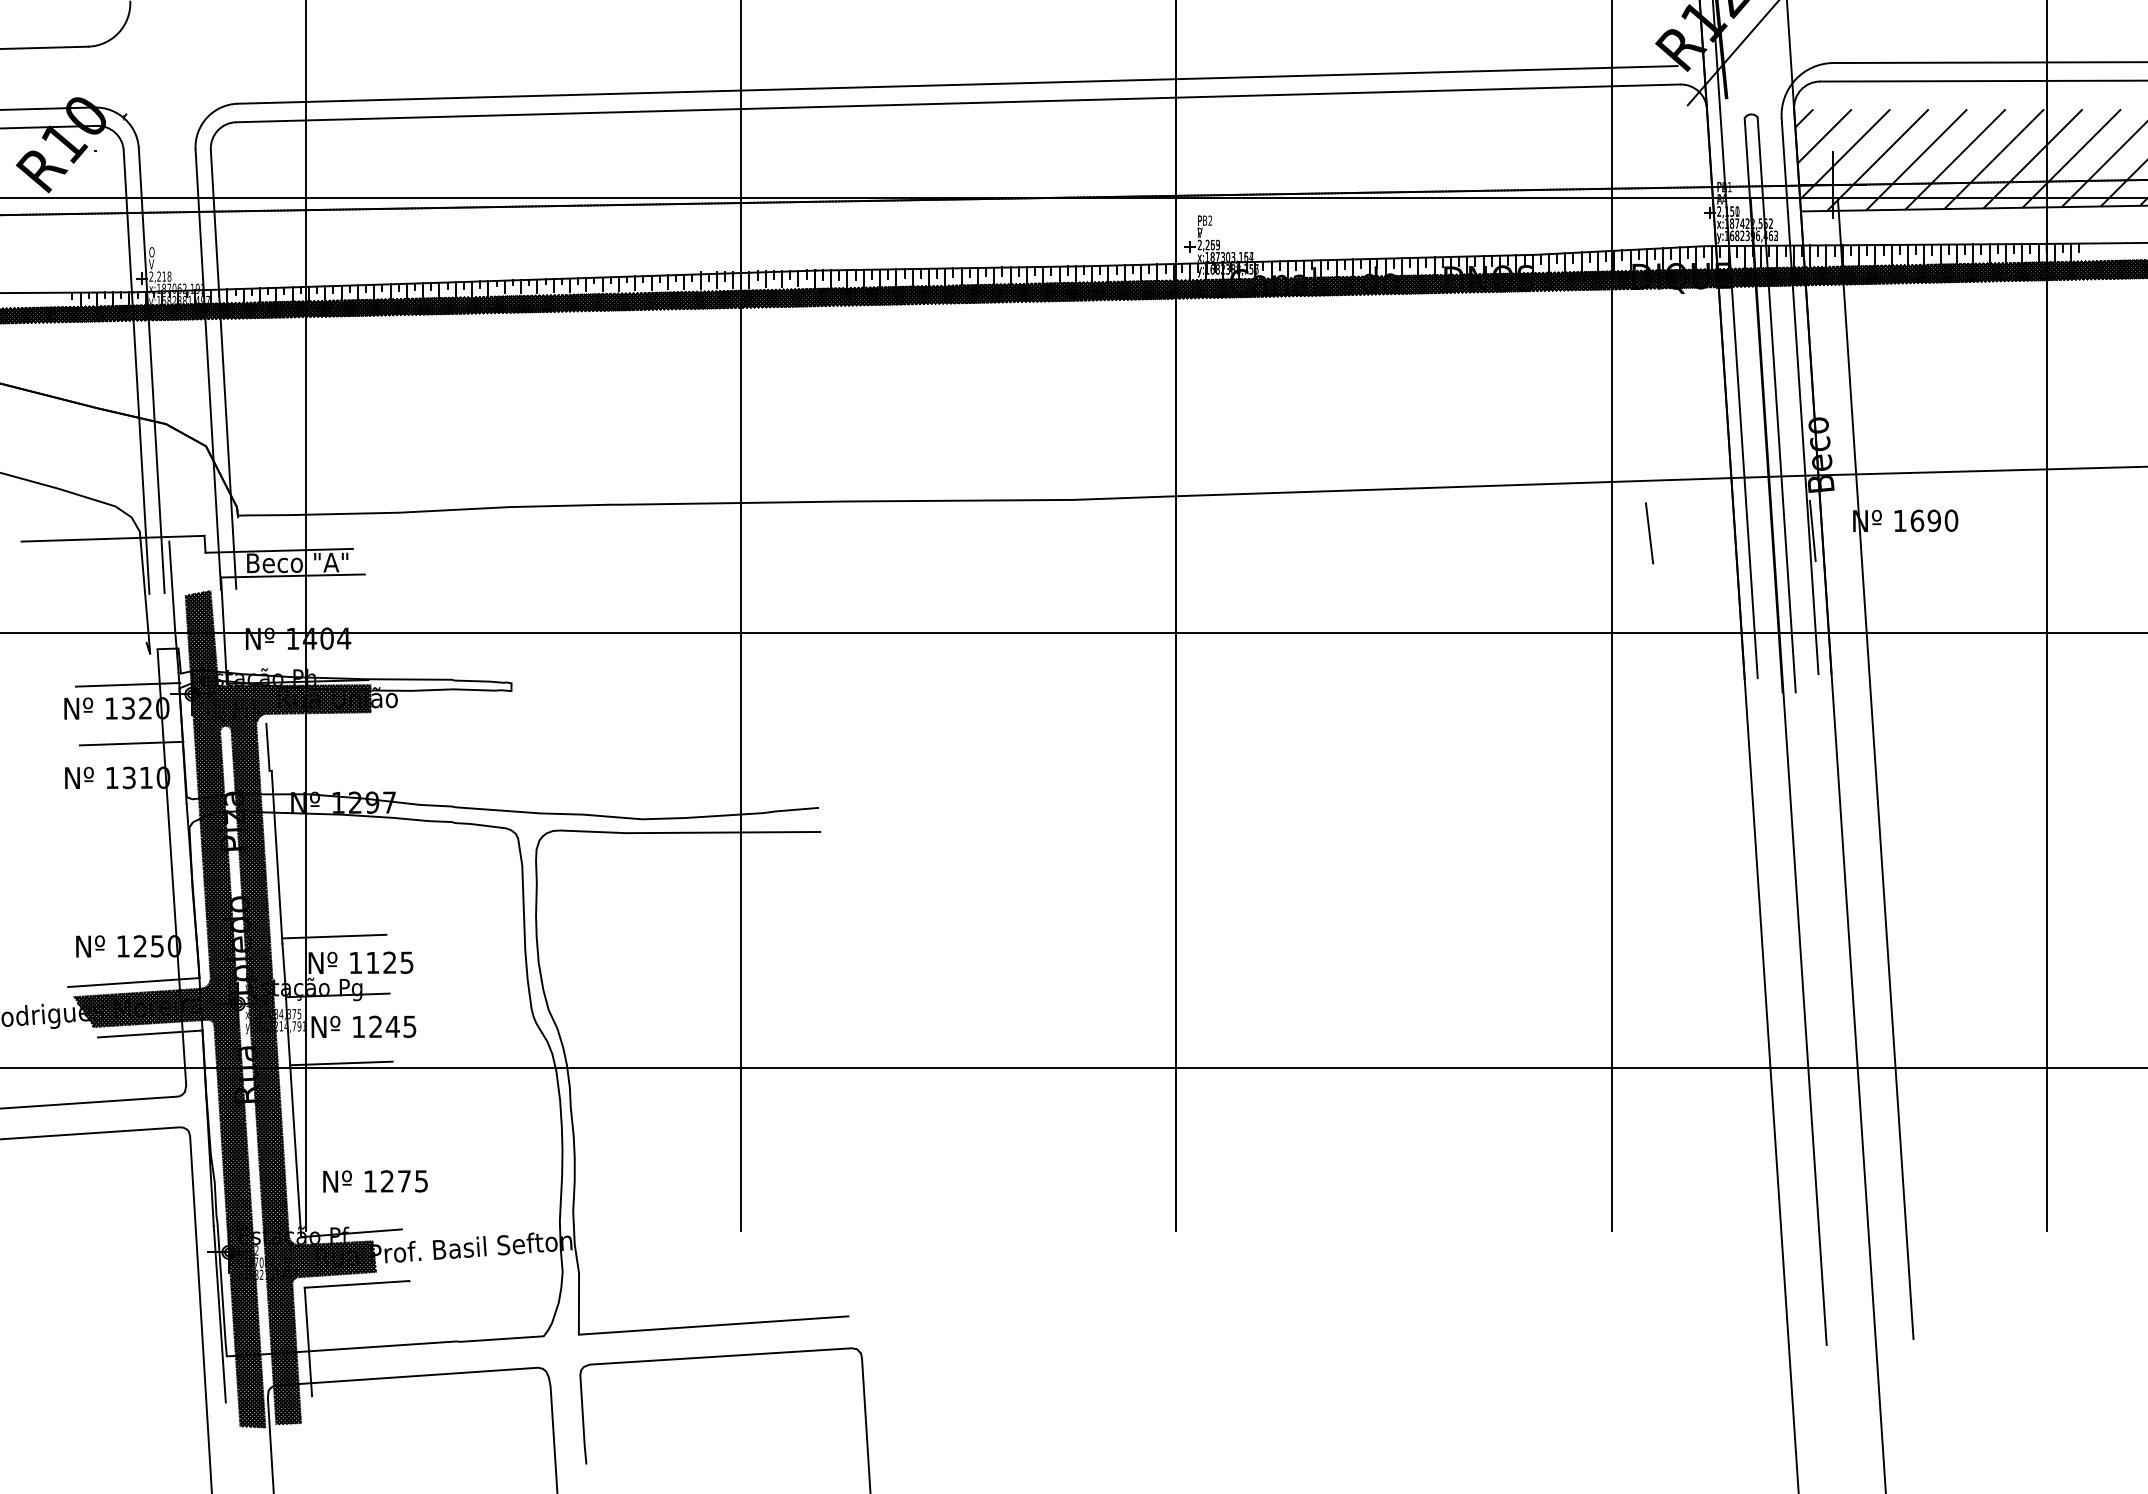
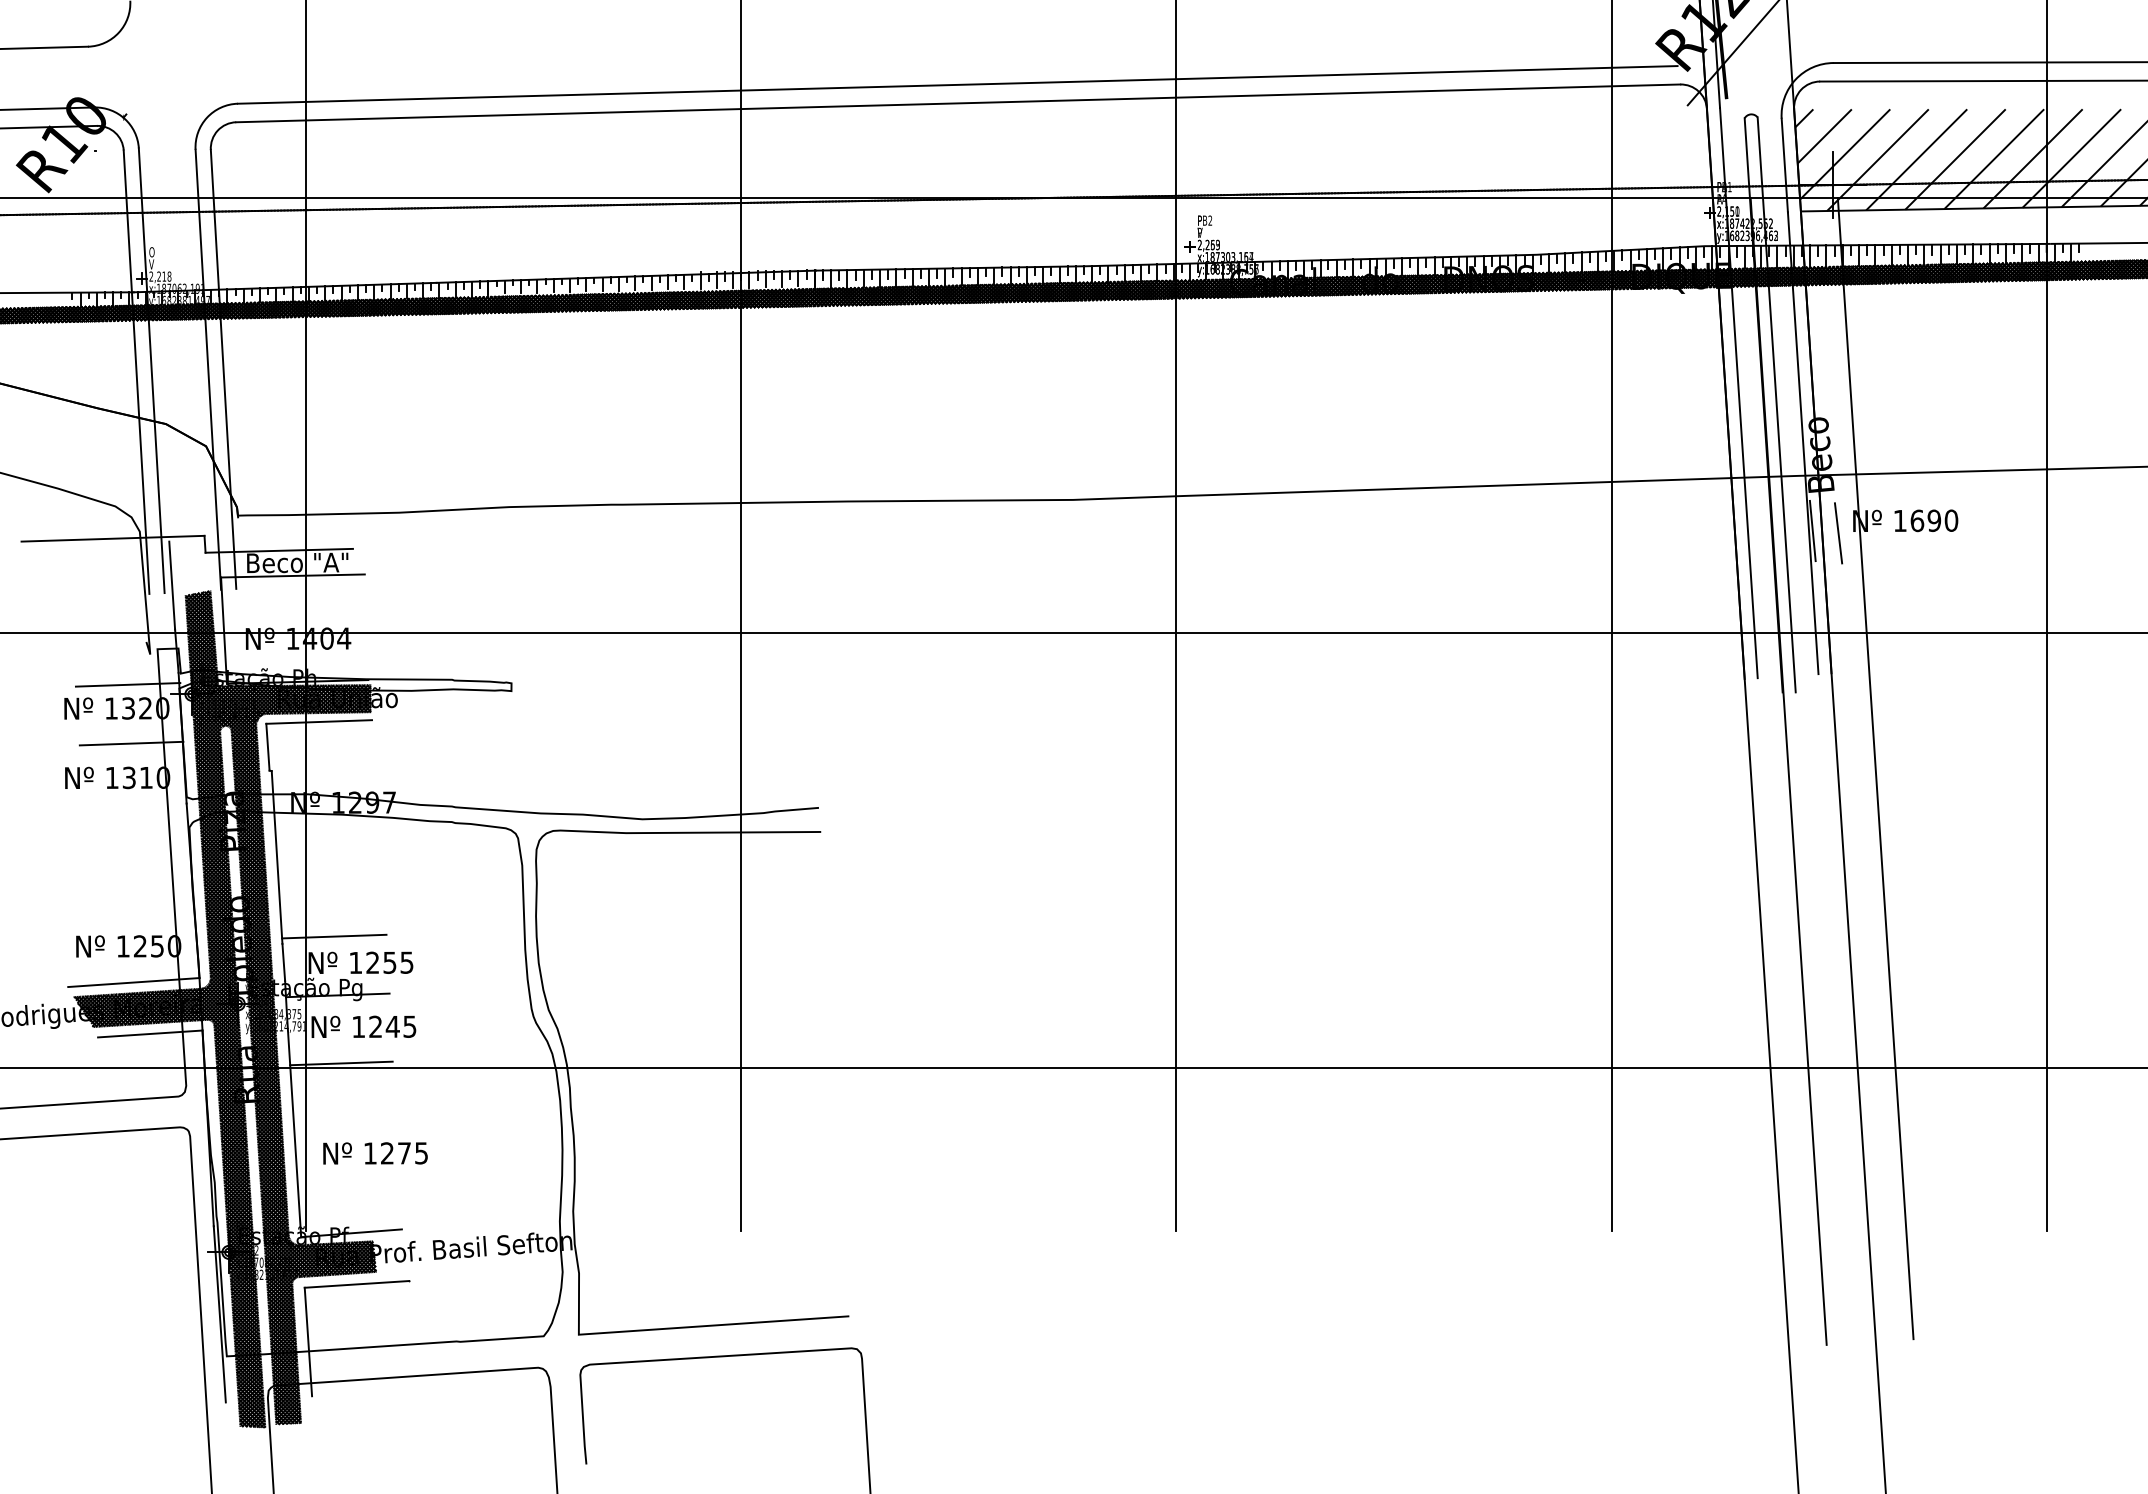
line at (1649, 533) position: (1649, 533) -> (1838, 533)
line at (319, 721): none -> present
text at (381, 962): 1125 -> 1255
text at (375, 1181) position: (375, 1181) -> (375, 1153)
